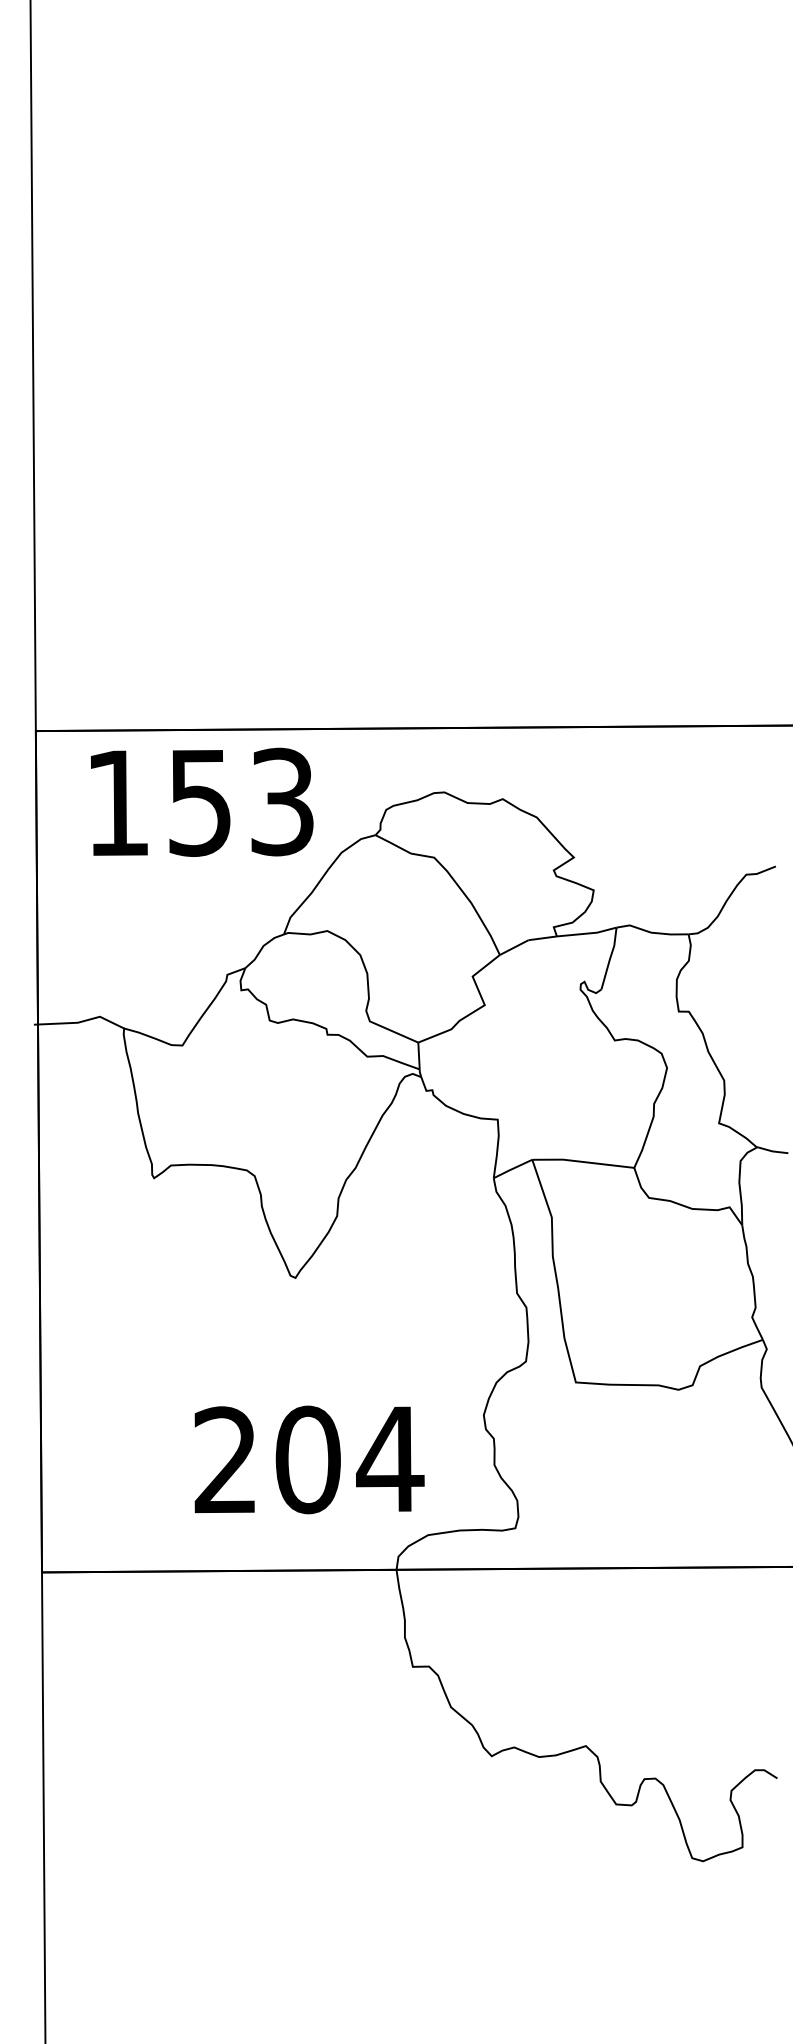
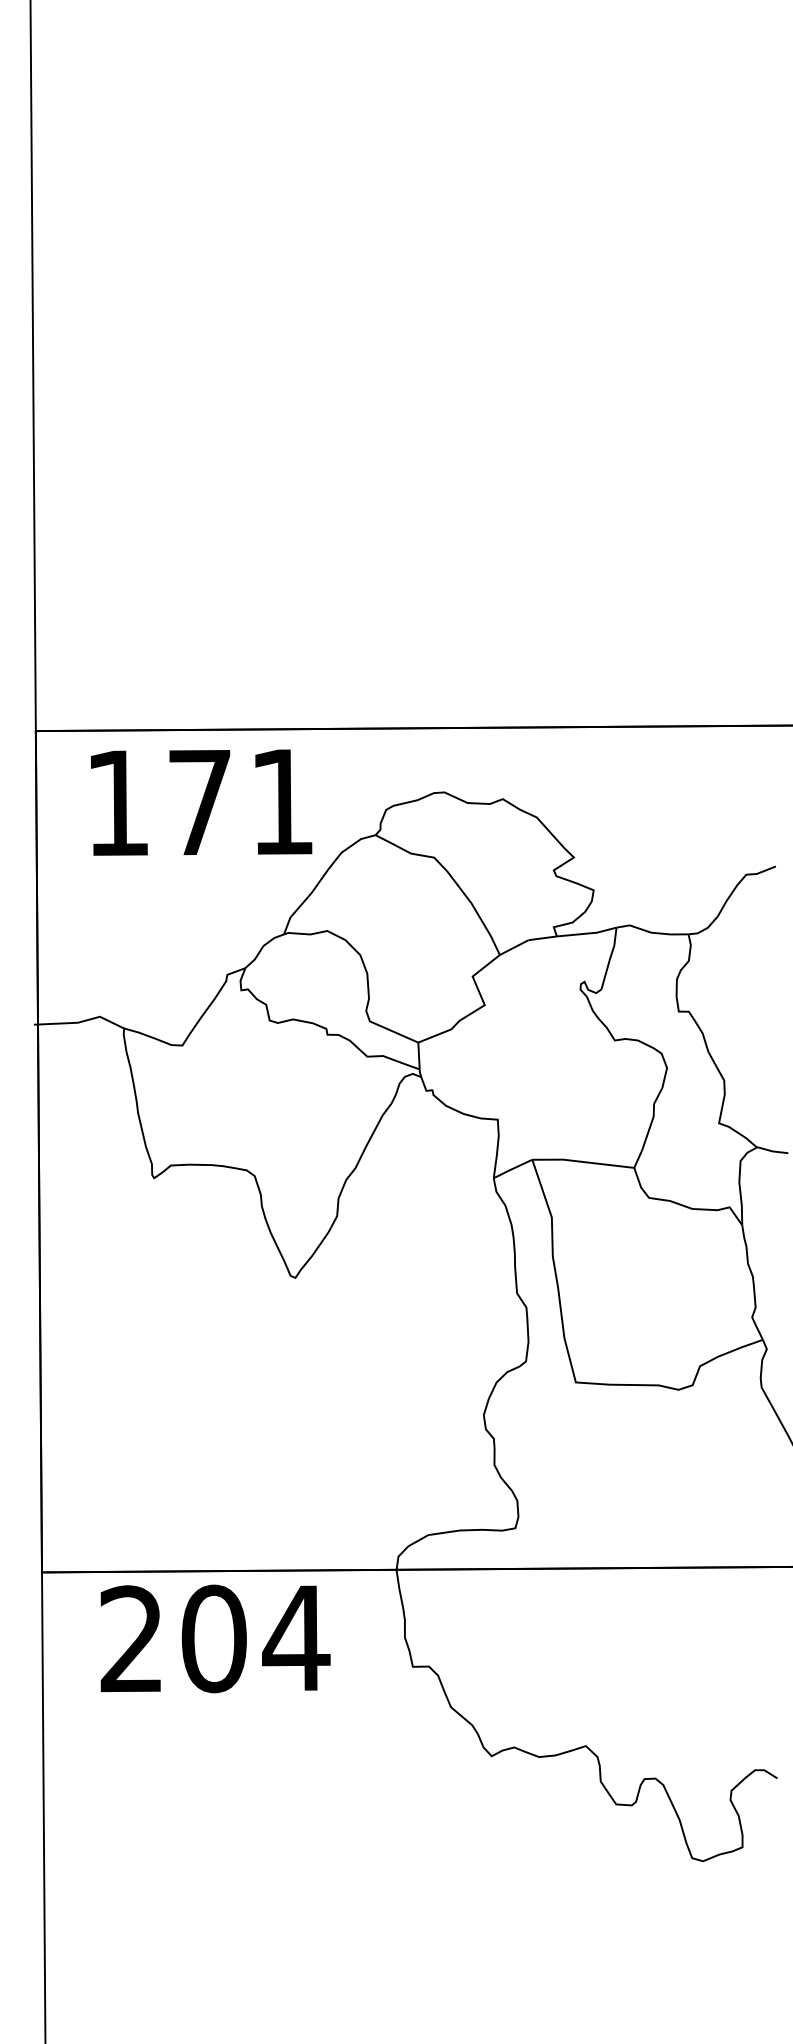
text at (241, 801): 153 -> 171
text at (309, 1459) position: (309, 1459) -> (215, 1638)
